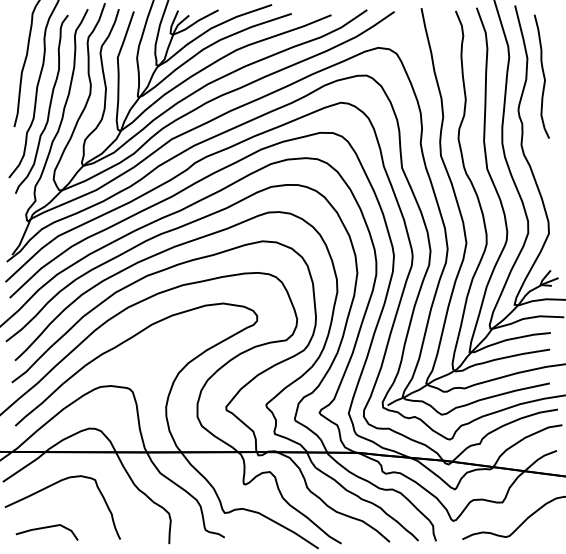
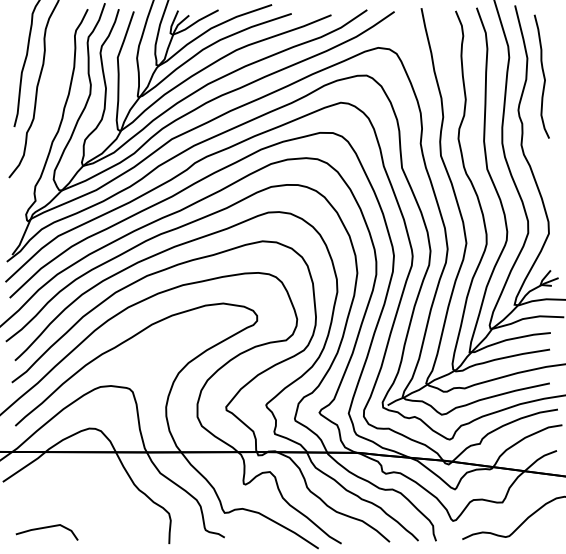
curve at (49, 103): present -> none
curve at (51, 486): present -> none
